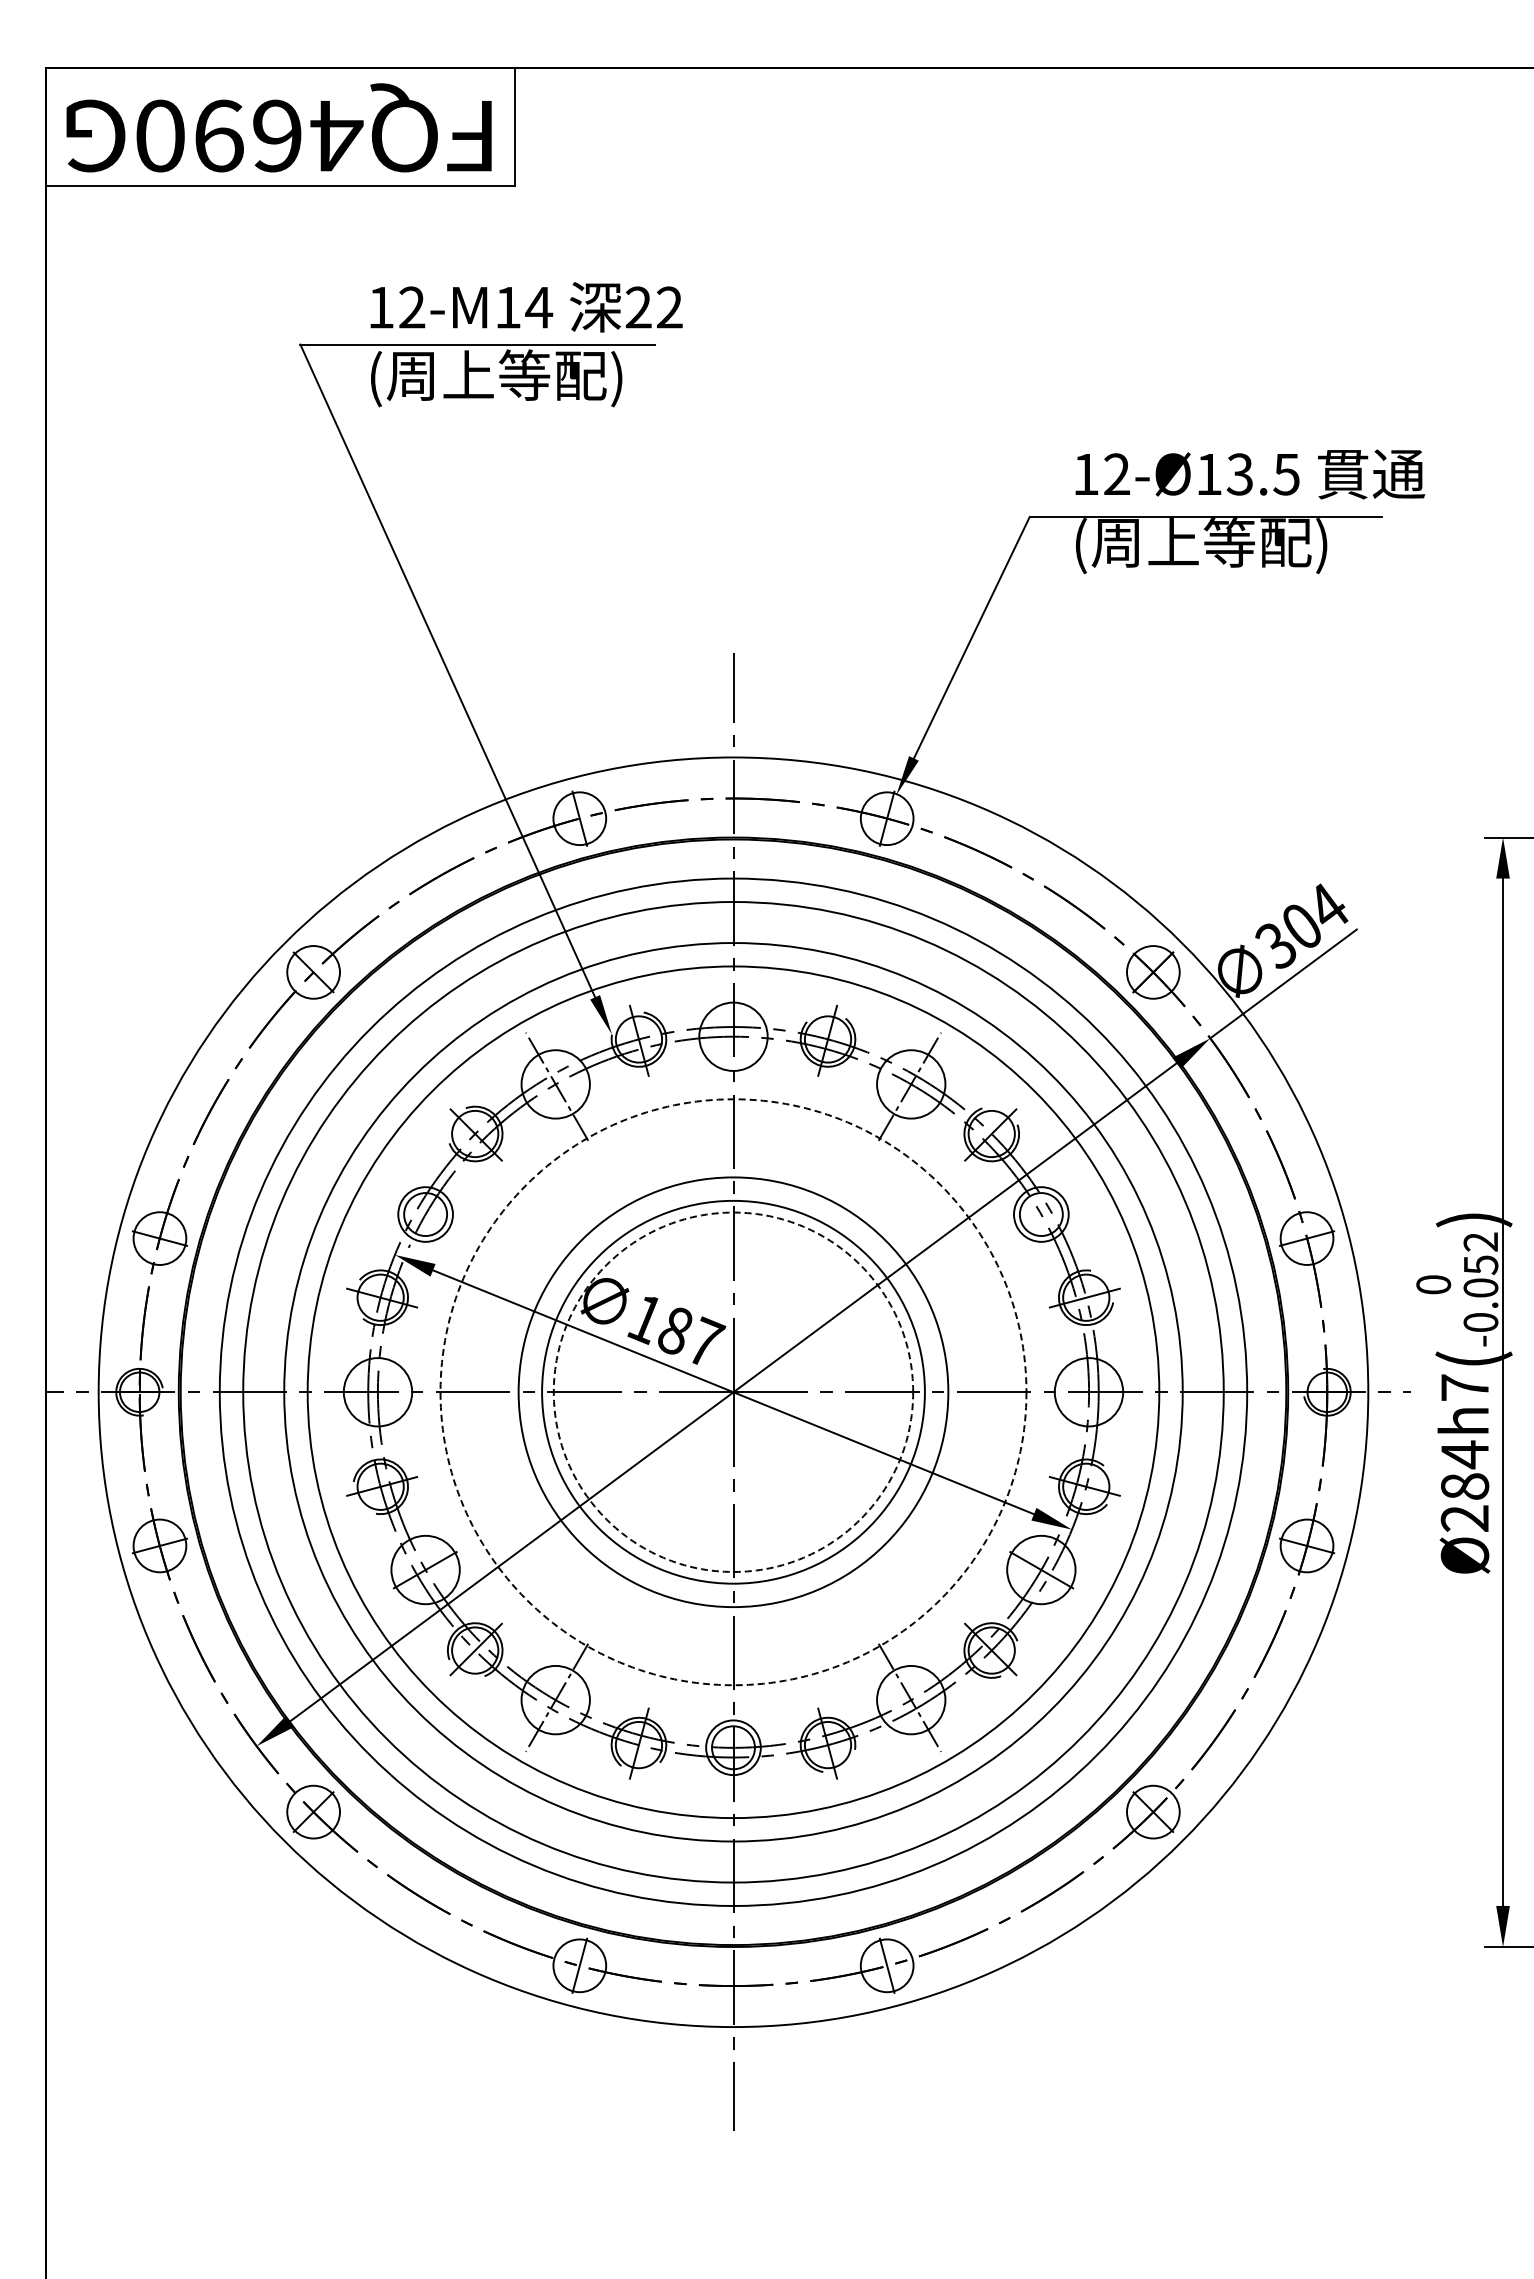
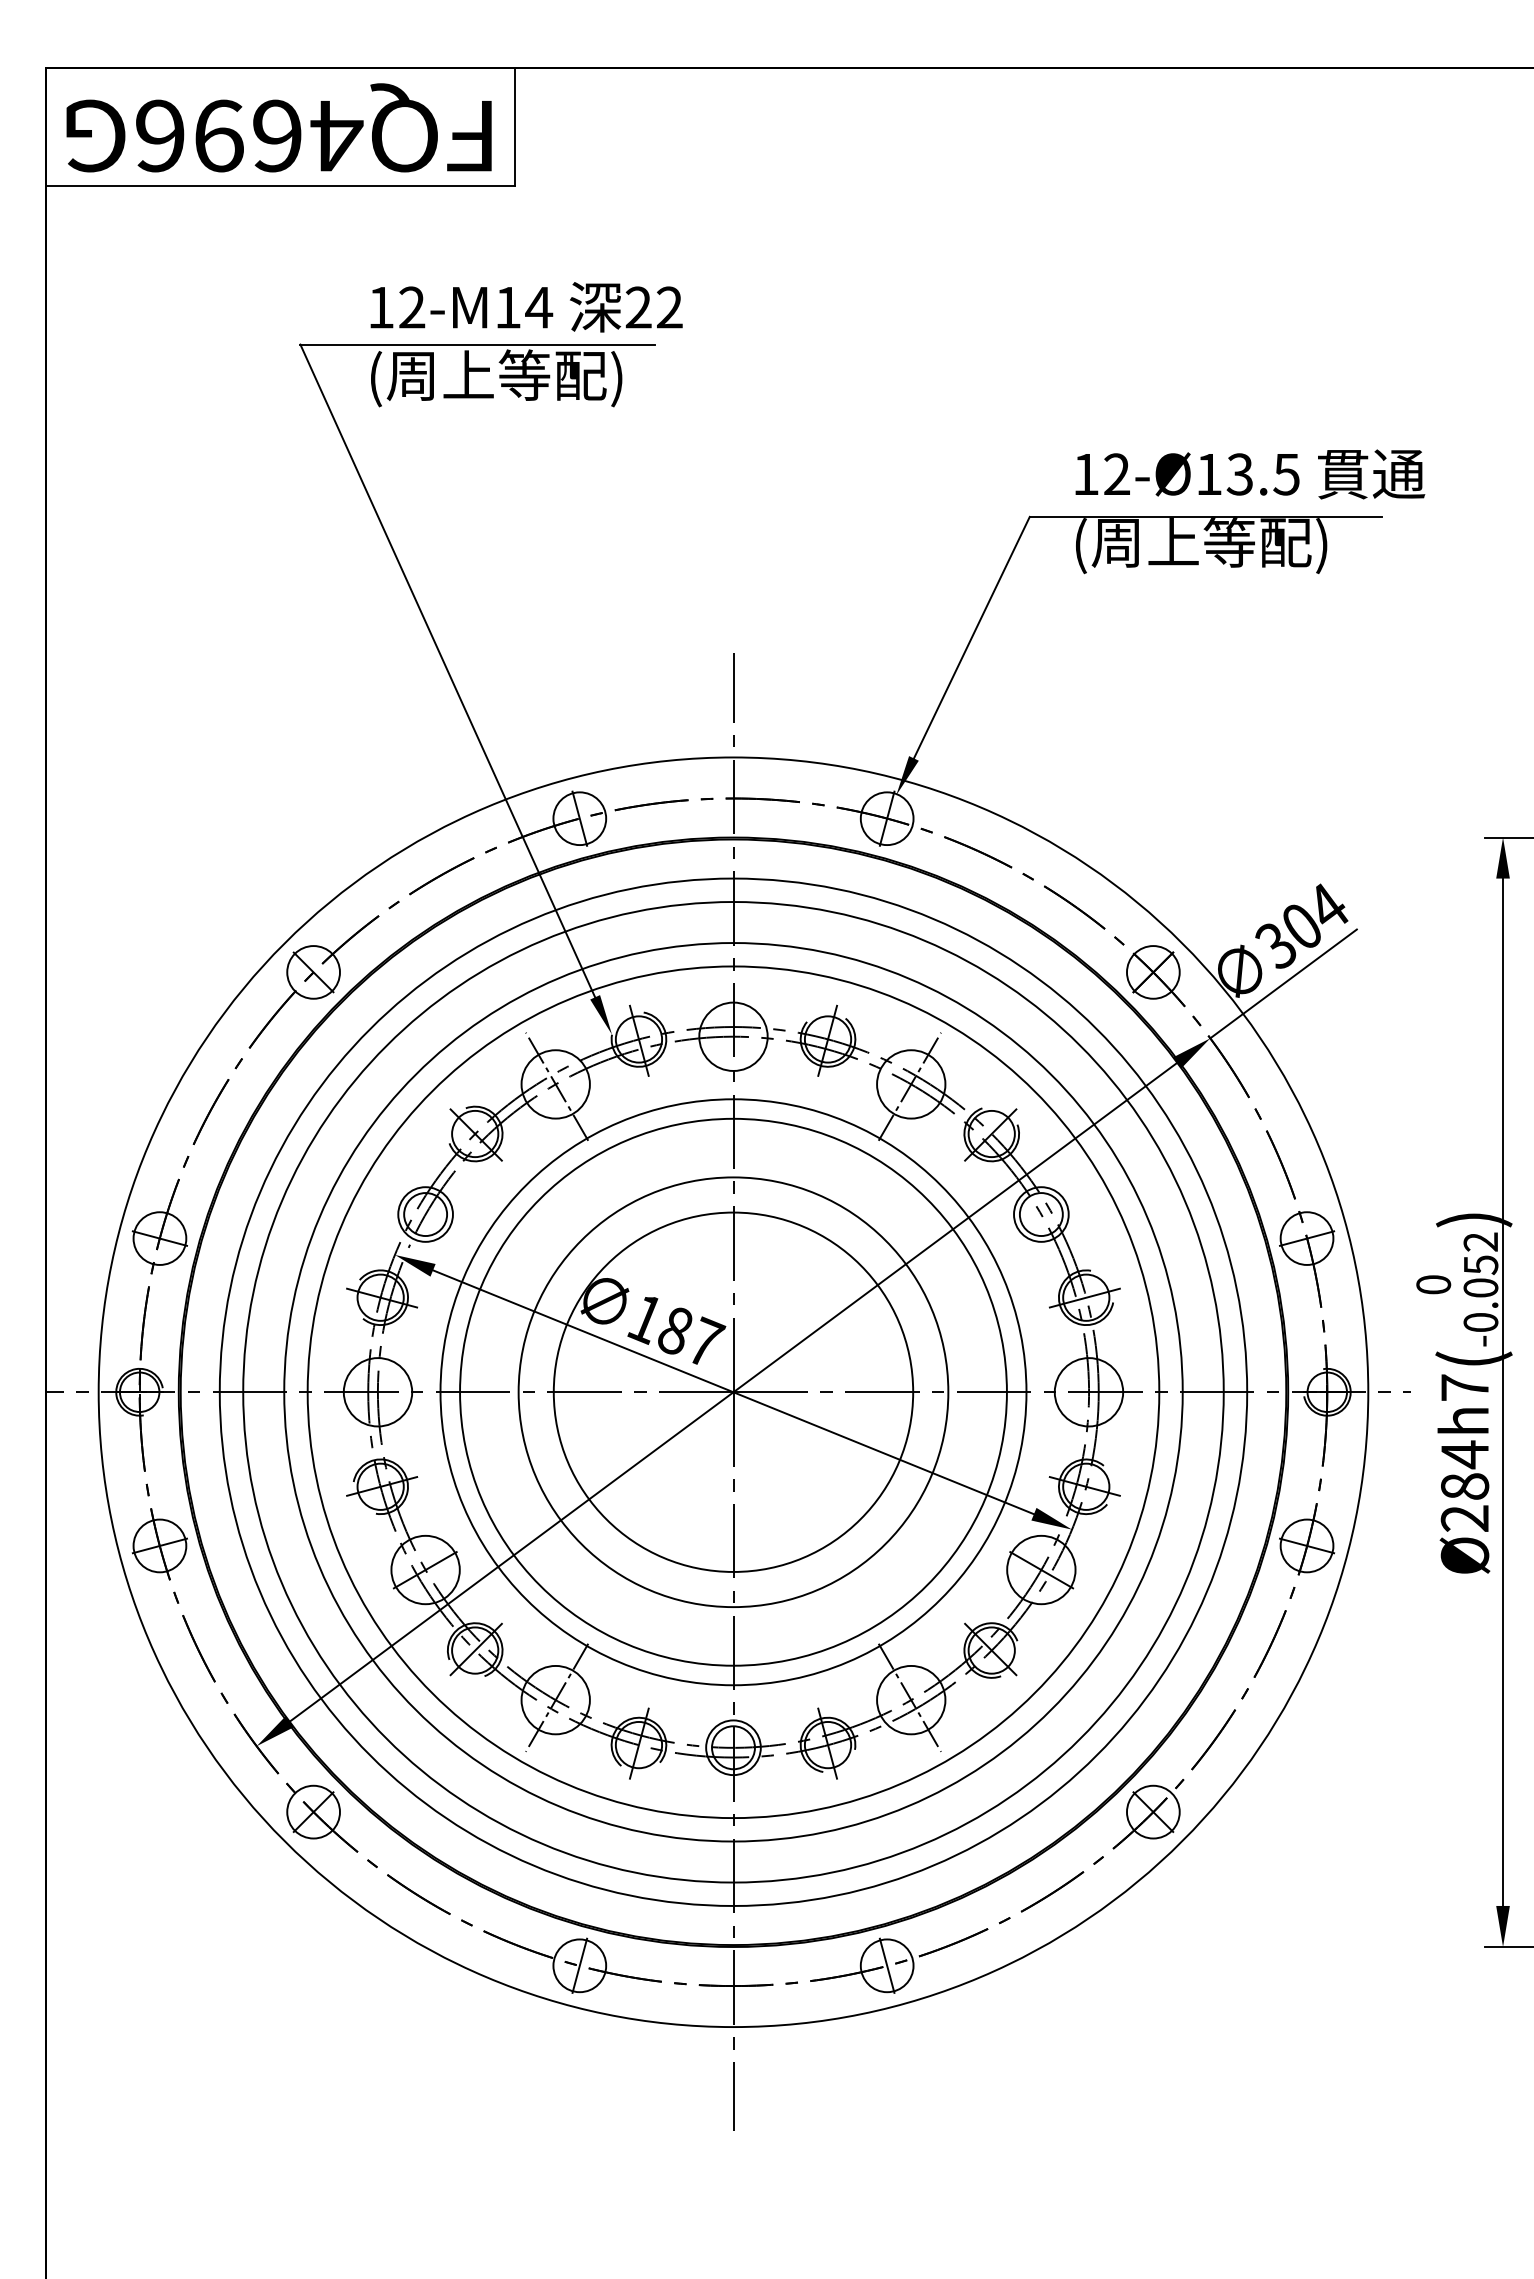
text at (160, 135): FQ4690G -> FQ4696G
circle at (733, 1391) diameter: 383 px -> 547 px
circle at (733, 1391): dashed -> solid
circle at (733, 1392): dashed -> solid
